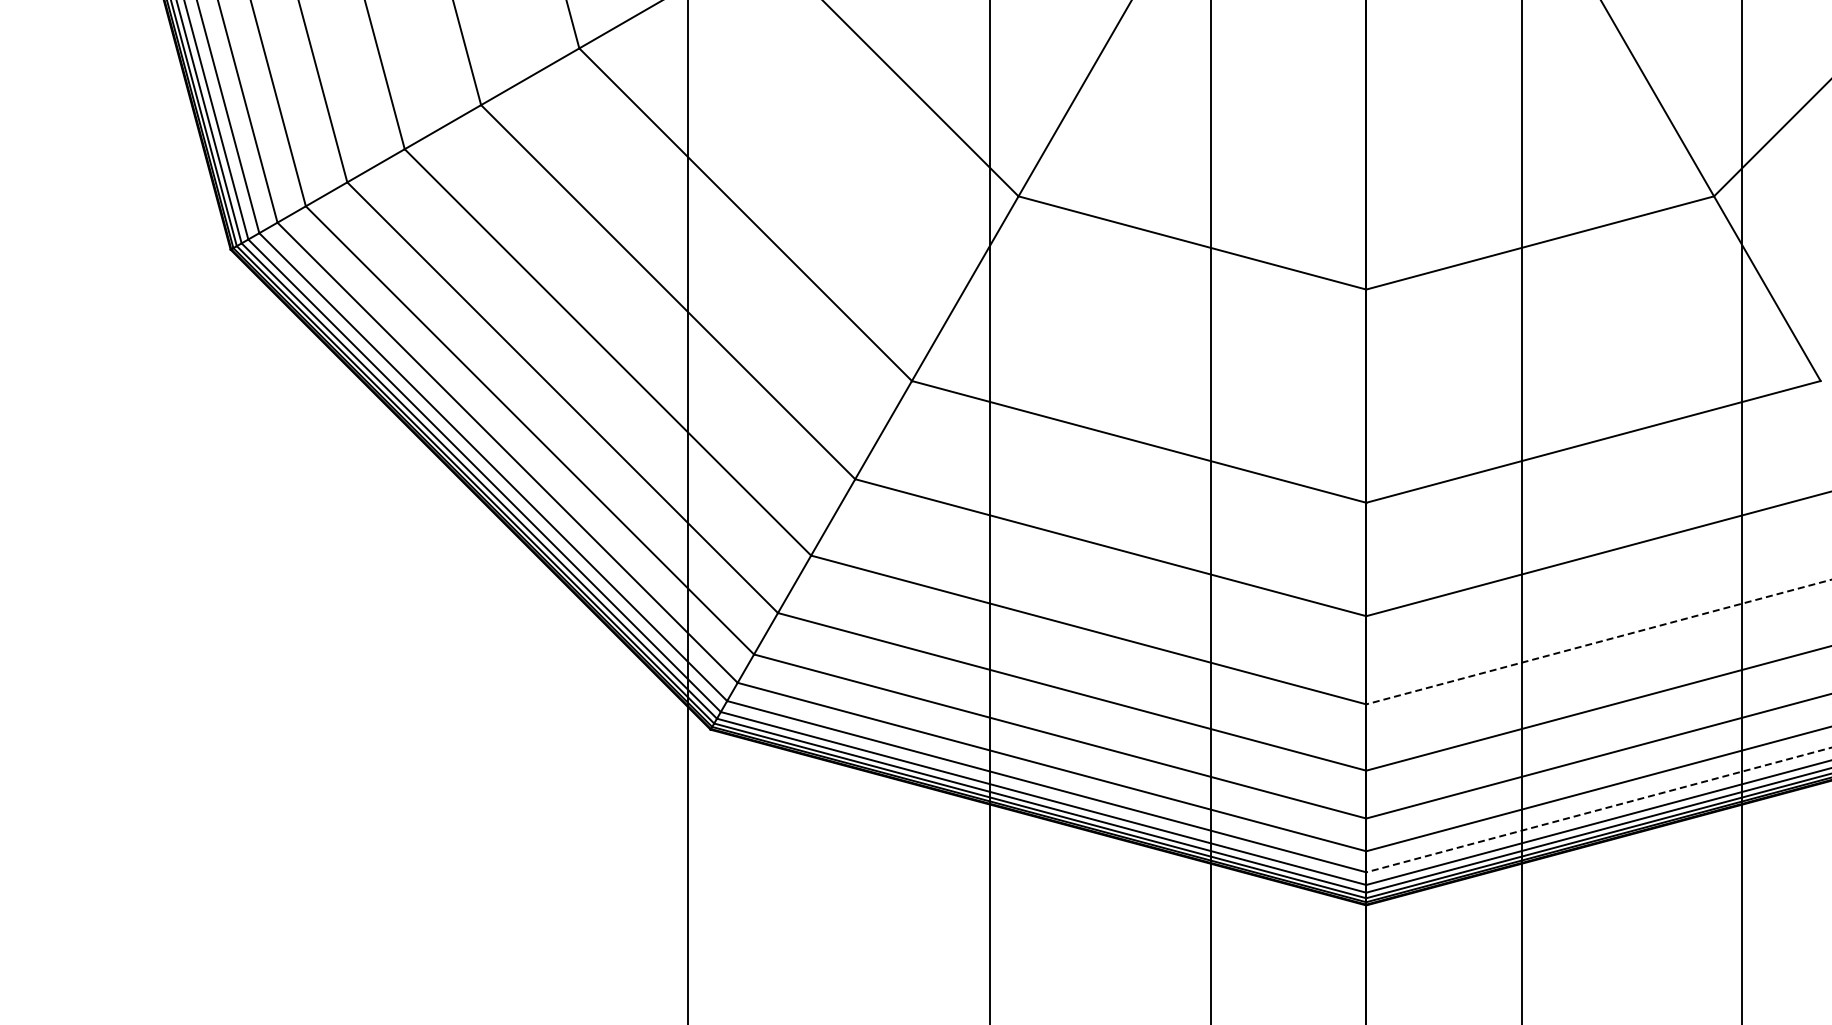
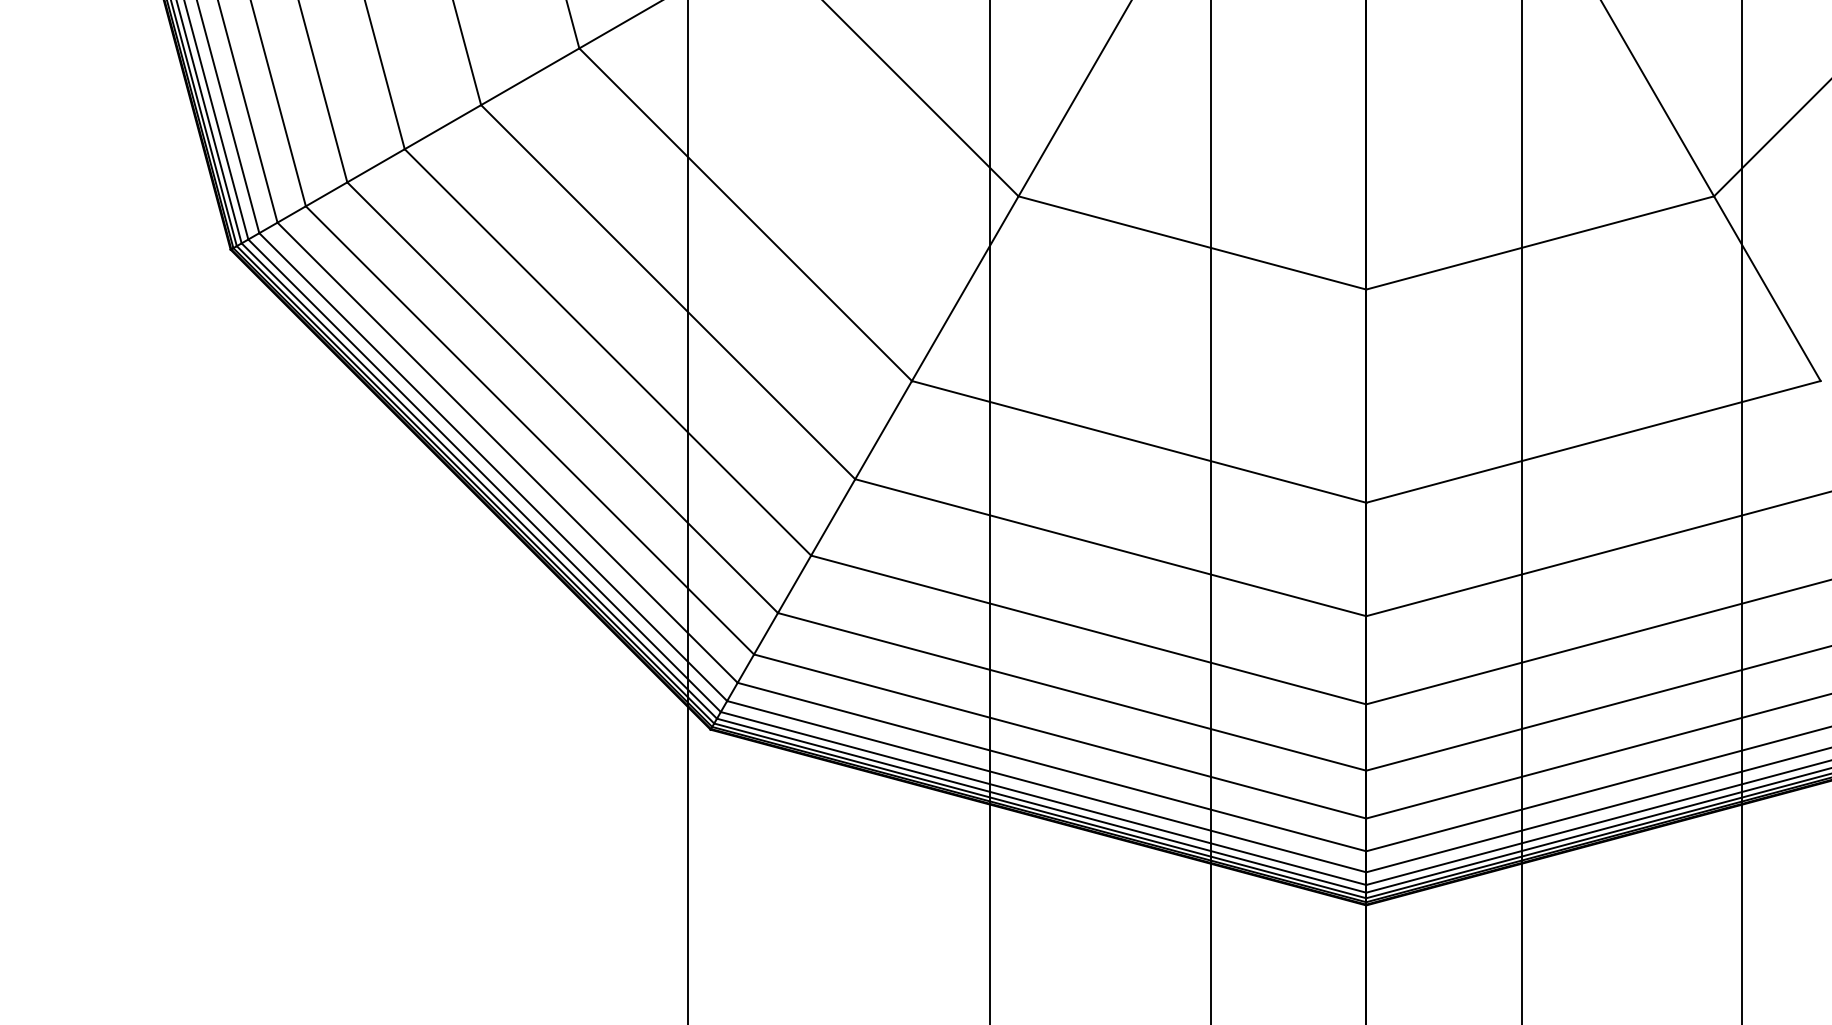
line at (1598, 642): dashed -> solid
line at (1598, 809): dashed -> solid
